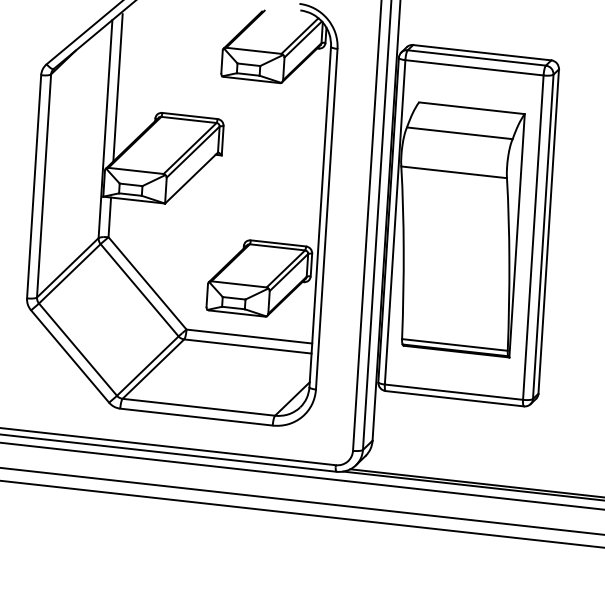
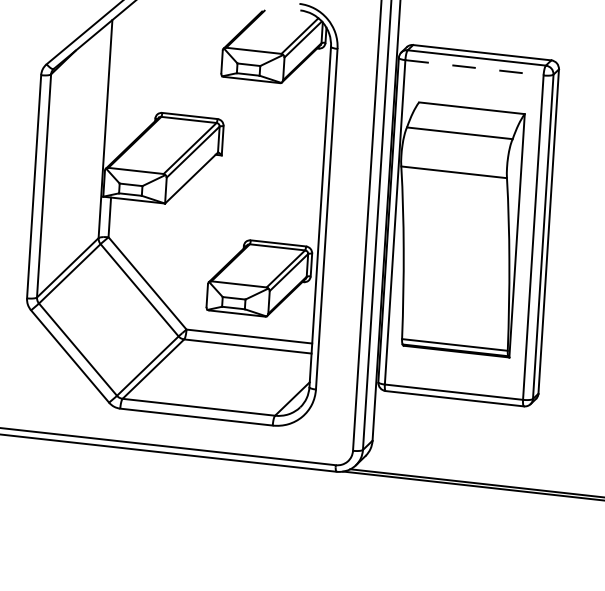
line at (474, 67): solid -> dashed
line at (117, 87): present -> none
line at (301, 475): present -> none
line at (301, 501): present -> none
line at (301, 514): present -> none
